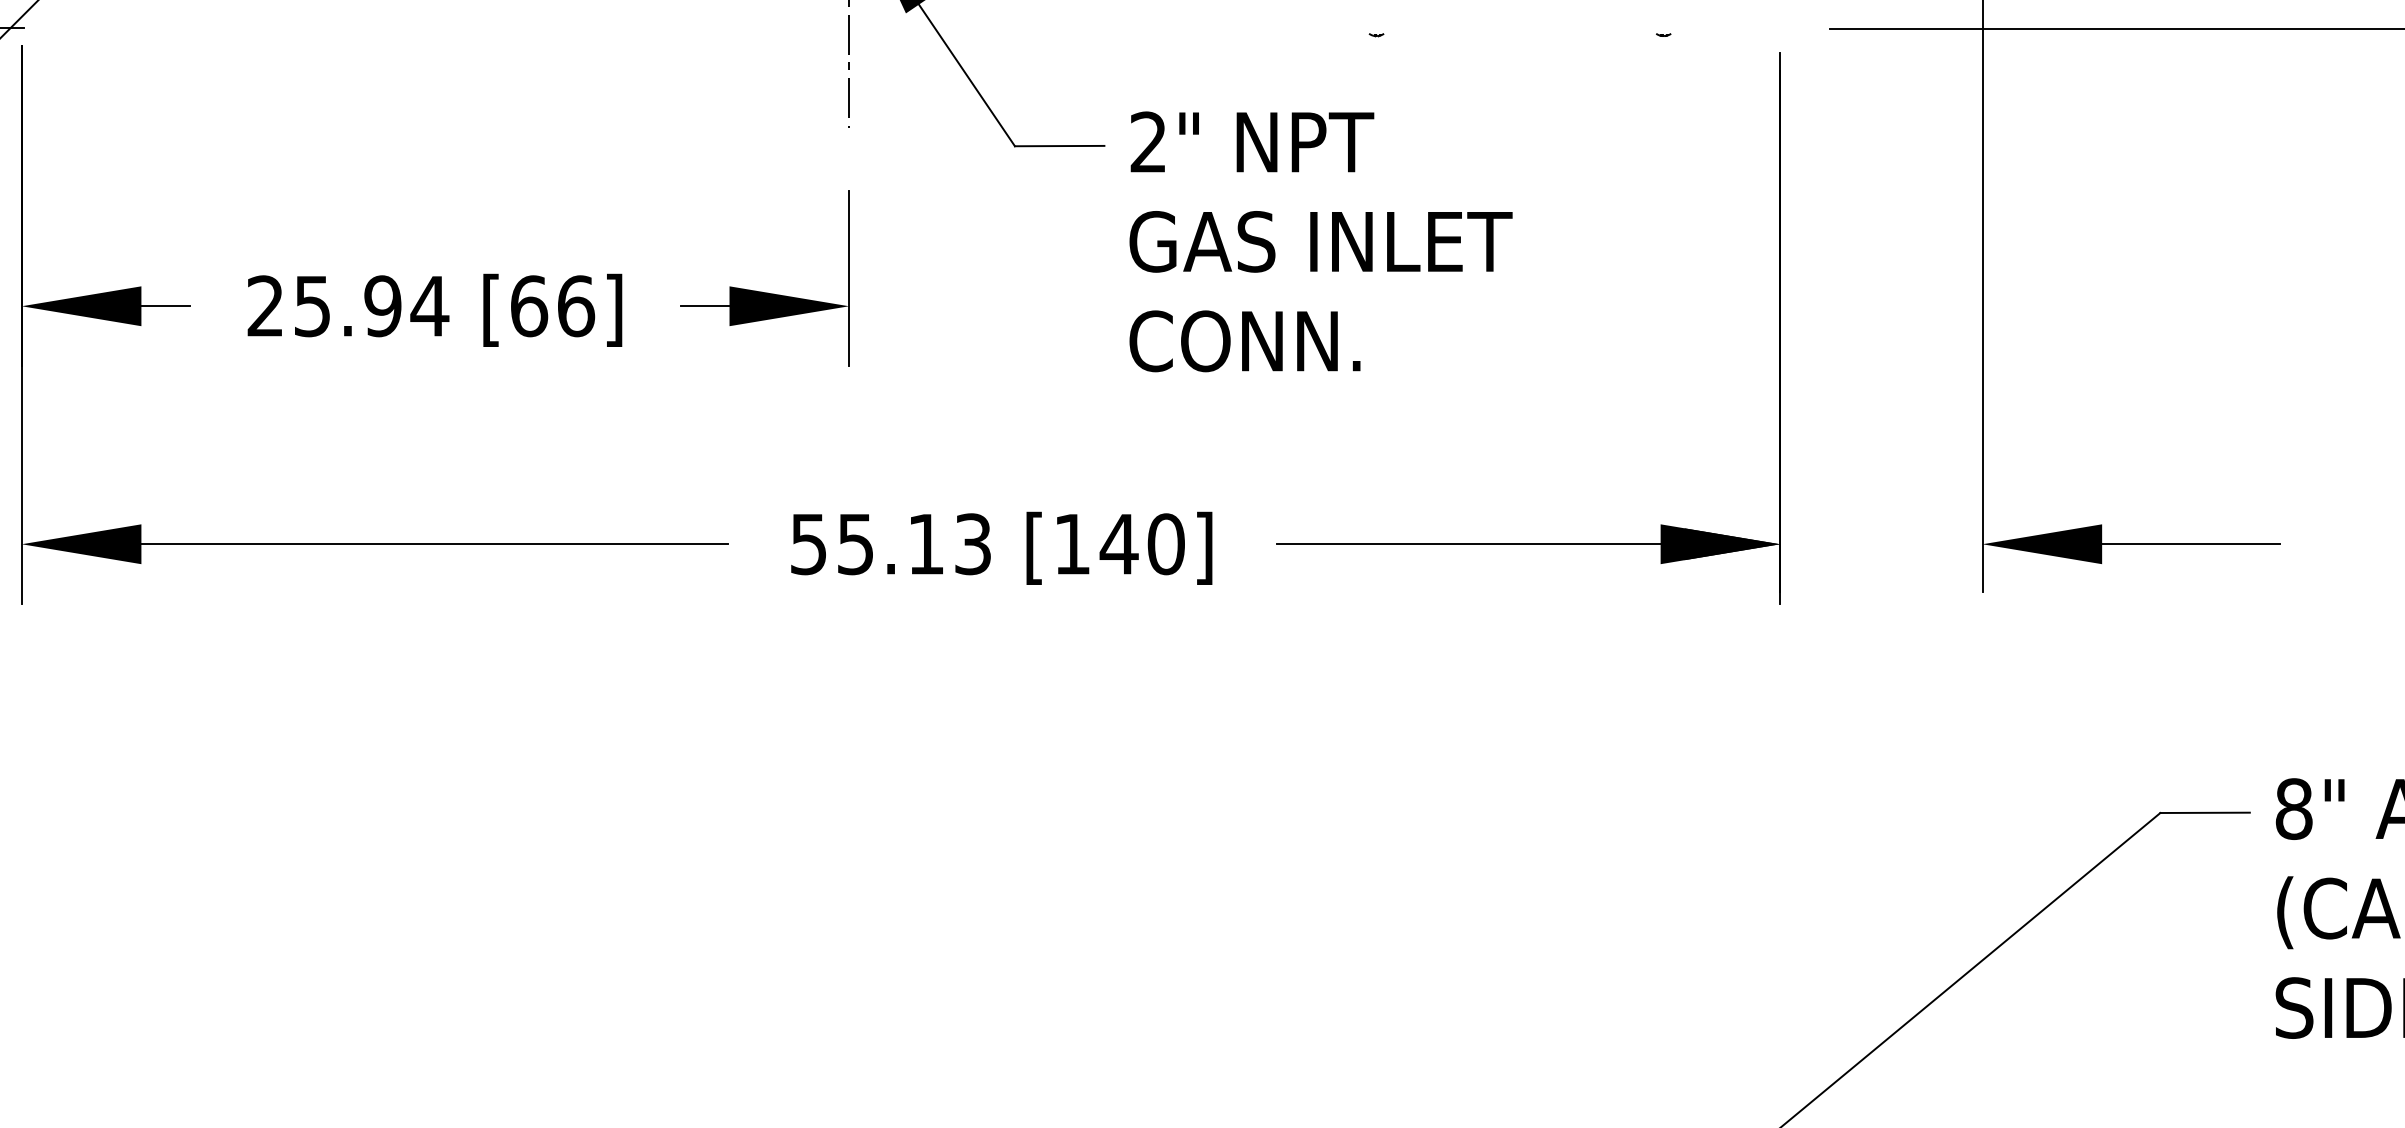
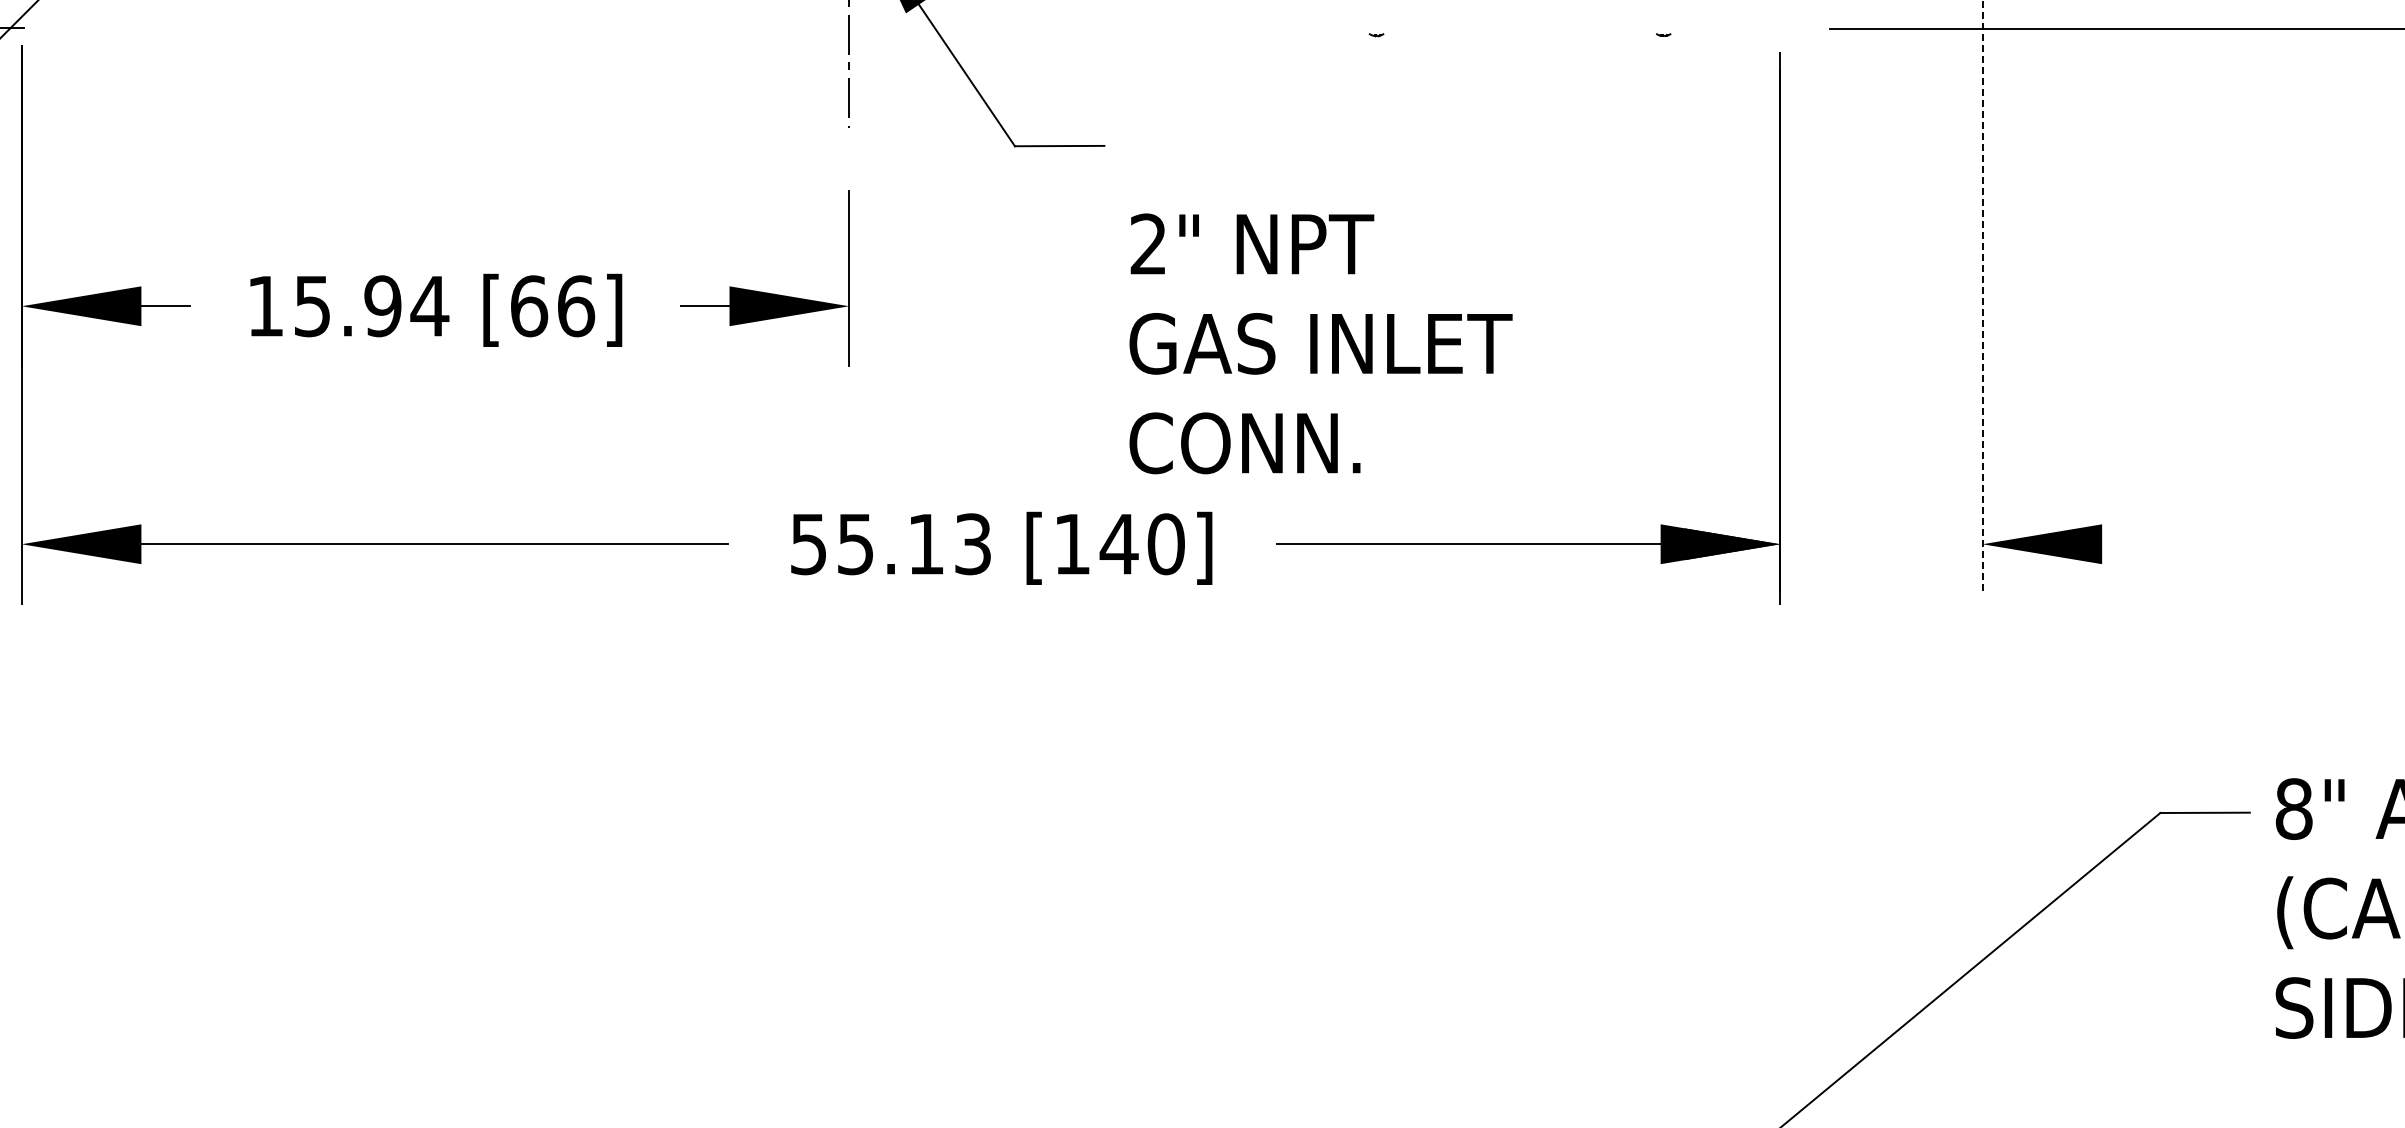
text at (1320, 241) position: (1320, 241) -> (1320, 343)
line at (1982, 296): solid -> dashed
text at (264, 305): 25.94 -> 15.94
line at (2190, 544): present -> none
